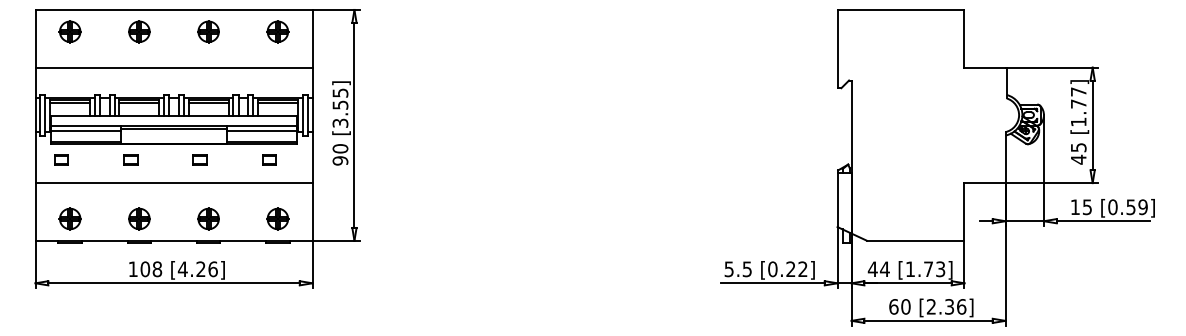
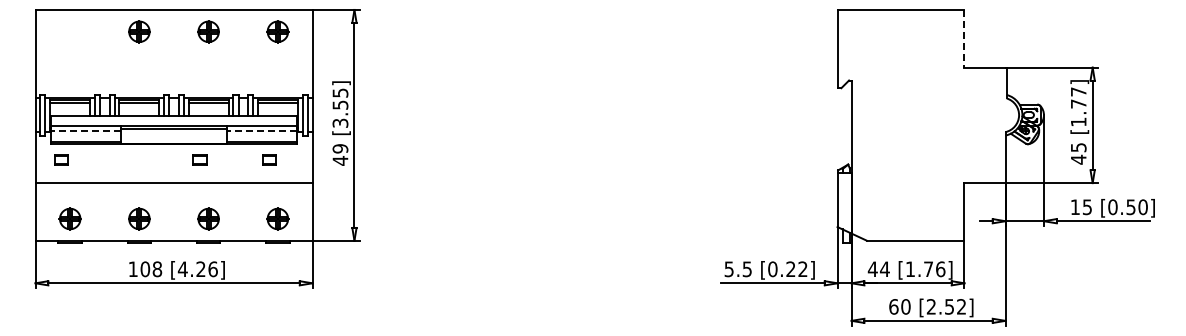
part at (69, 31): present -> none
line at (964, 38): solid -> dashed
line at (173, 67): present -> none
line at (85, 131): solid -> dashed
line at (261, 131): solid -> dashed
text at (340, 154): 90 -> 49
part at (130, 159): present -> none
text at (1142, 207): [0.59] -> [0.50]
text at (940, 269): [1.73] -> [1.76]
text at (955, 306): [2.36] -> [2.52]
